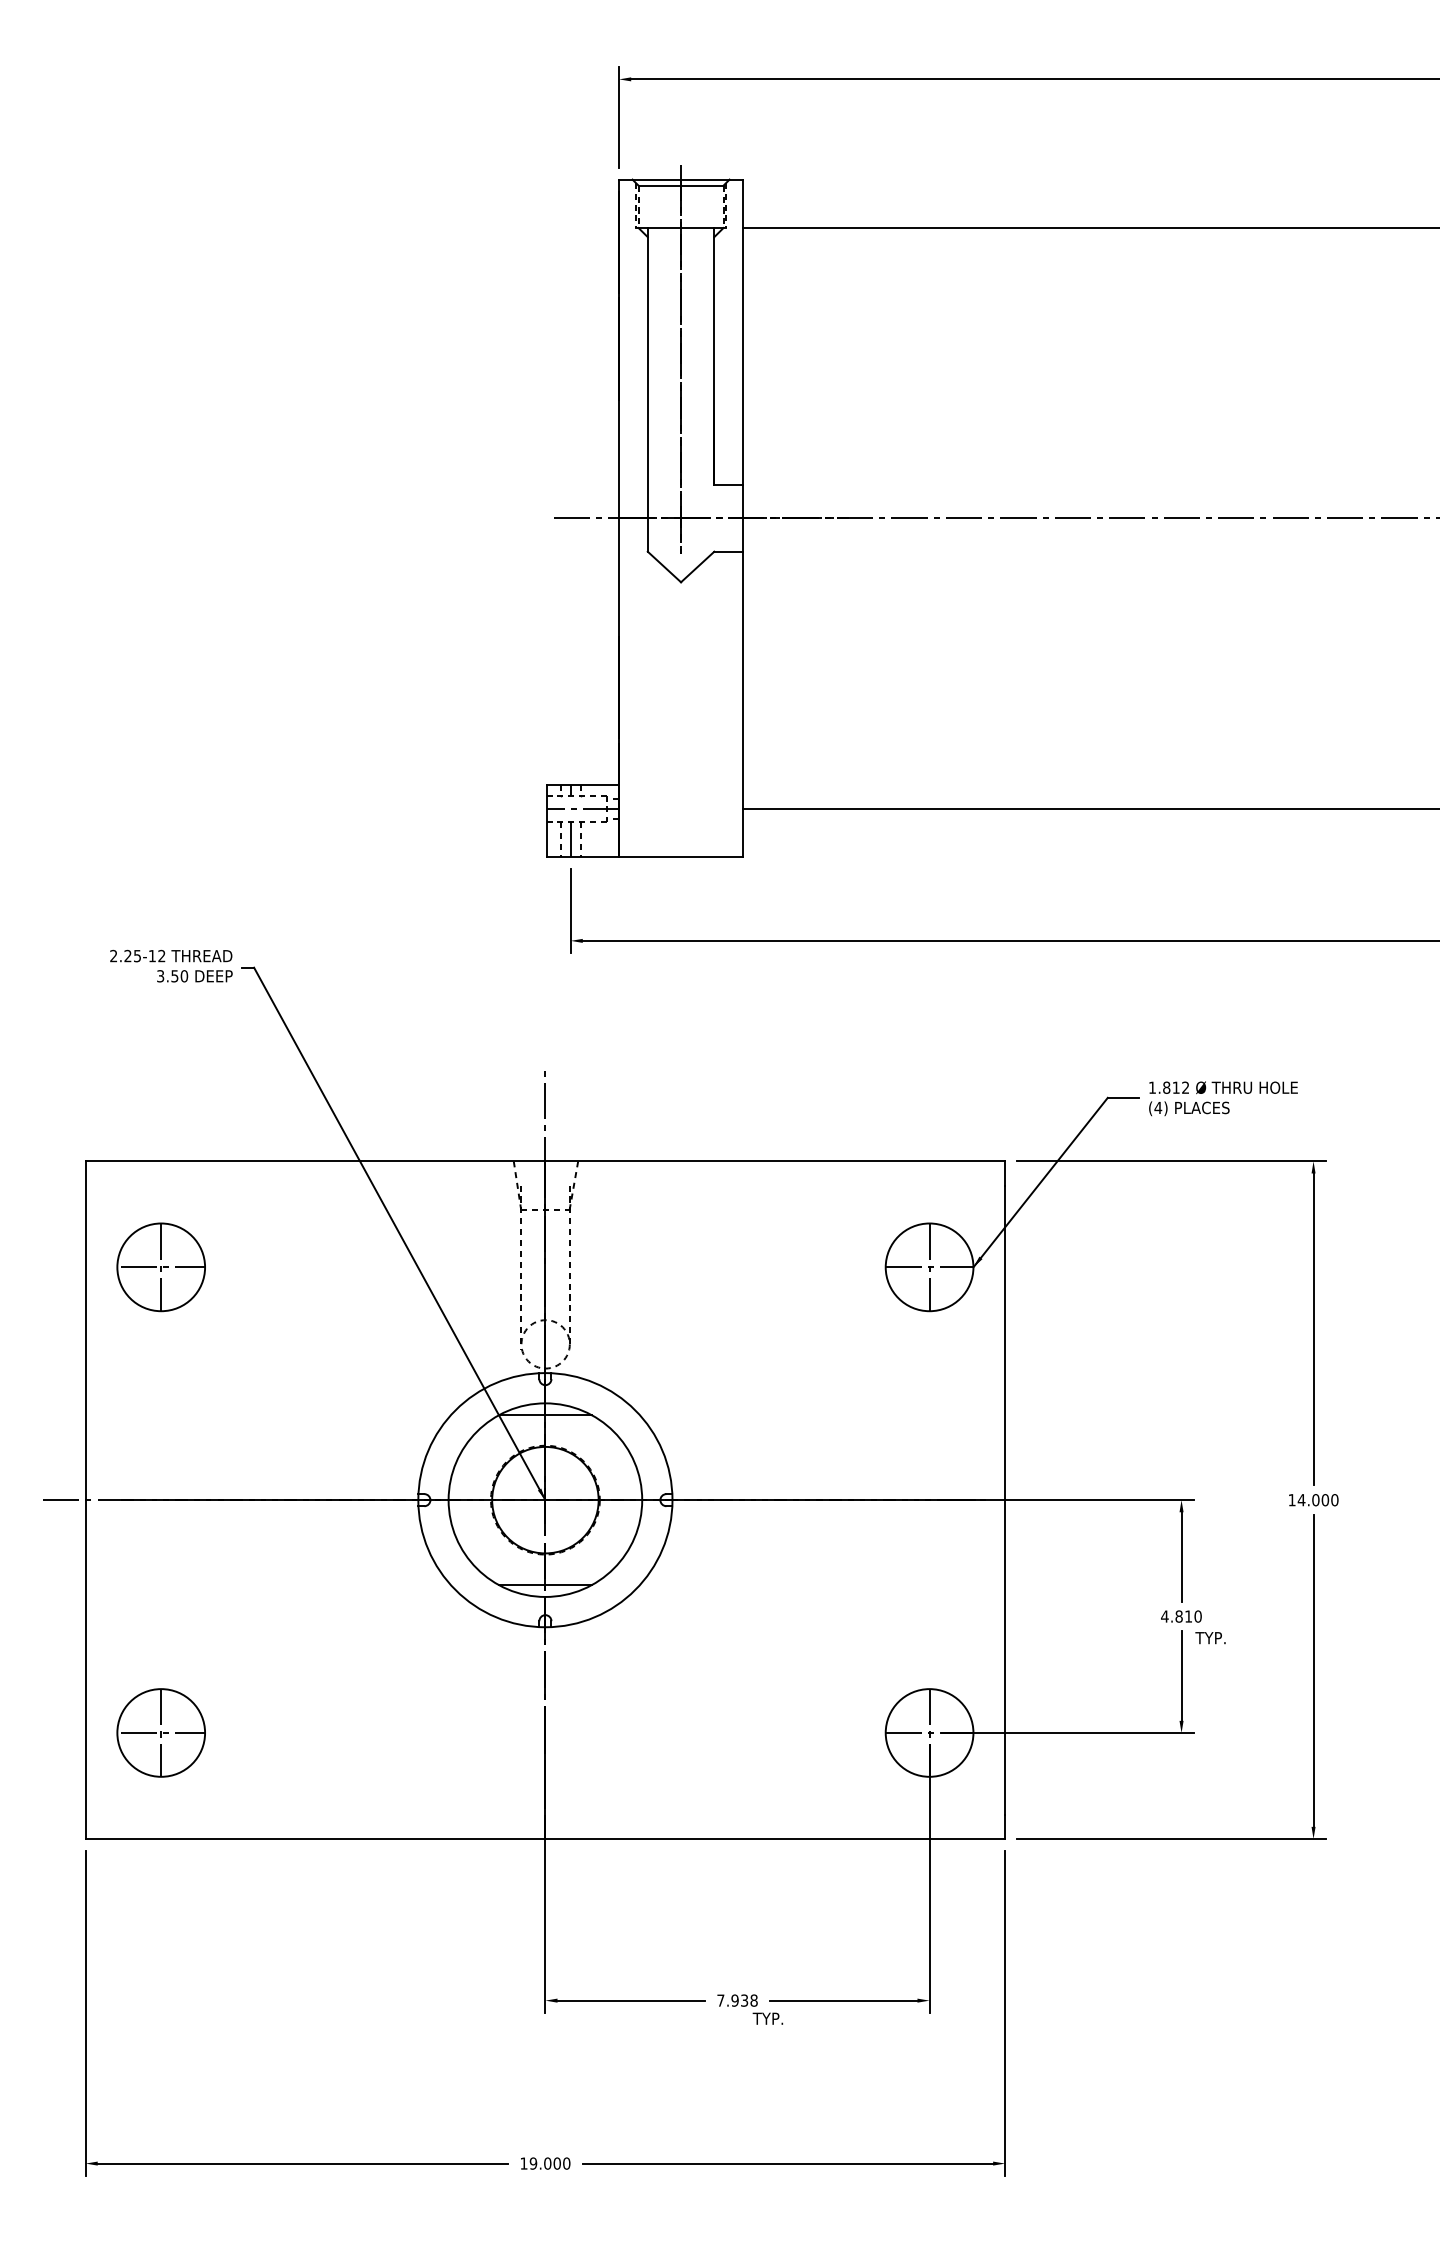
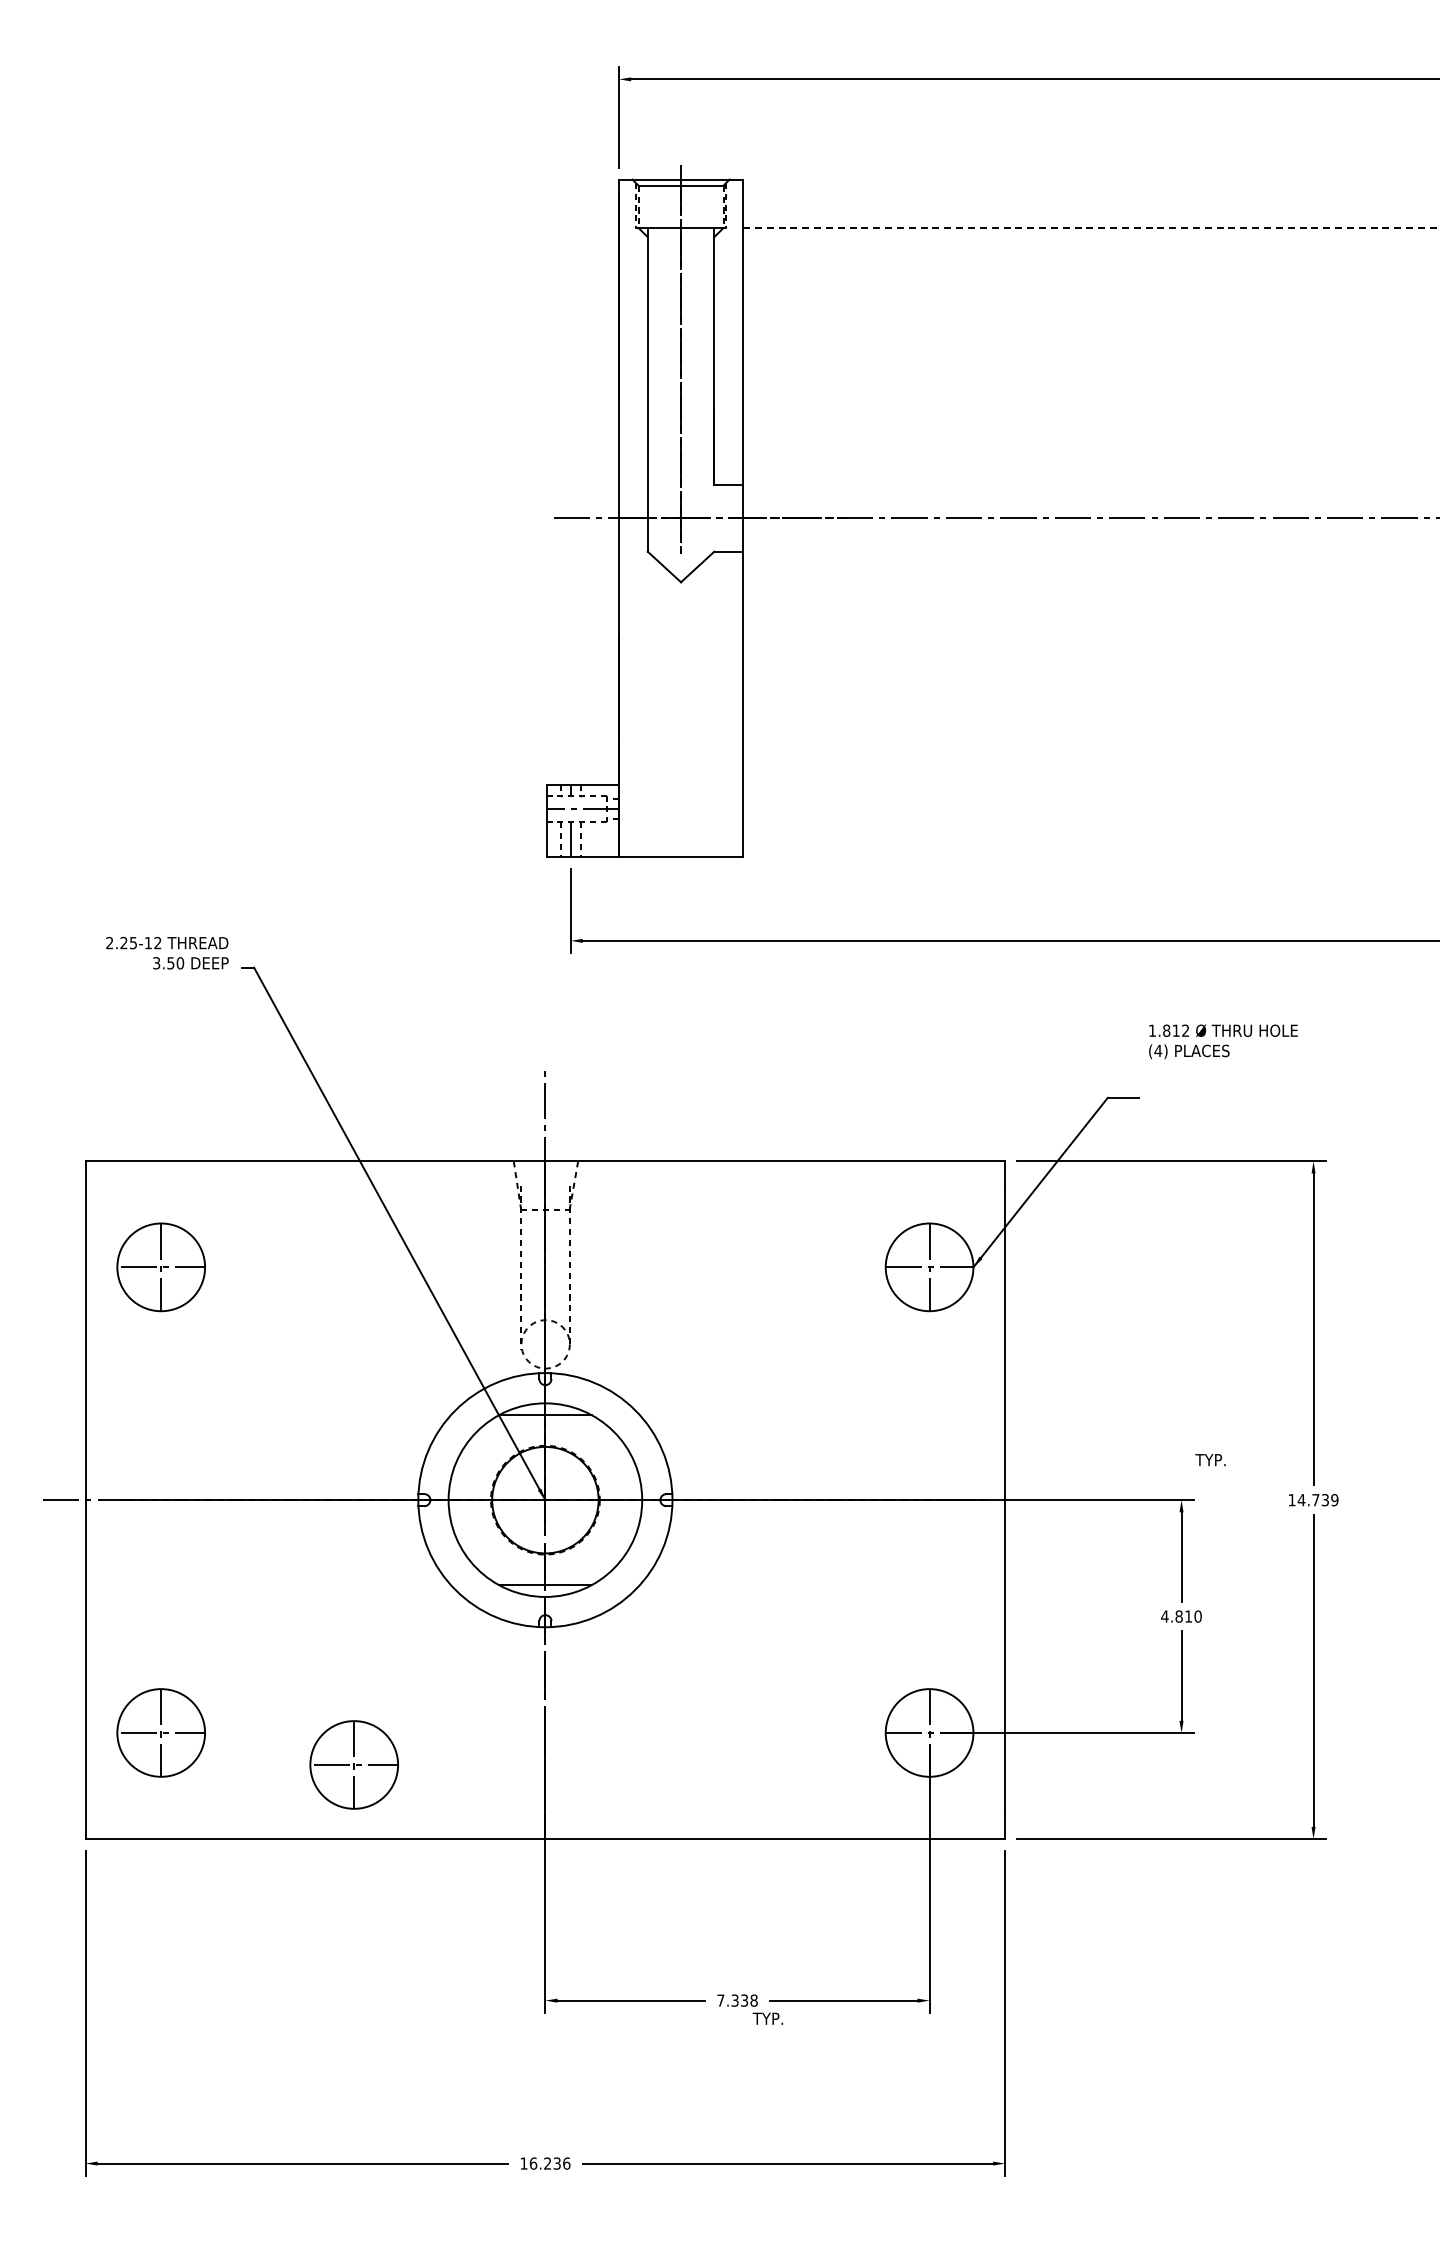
line at (1091, 228): solid -> dashed
line at (1089, 808): present -> none
text at (171, 965) position: (171, 965) -> (167, 952)
text at (1223, 1098) position: (1223, 1098) -> (1223, 1041)
text at (1325, 1500): 14.000 -> 14.739
text at (1210, 1638) position: (1210, 1638) -> (1210, 1460)
part at (353, 1764): none -> present
text at (734, 2000): 7.938 -> 7.338
text at (549, 2163): 19.000 -> 16.236
